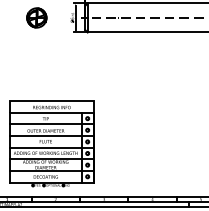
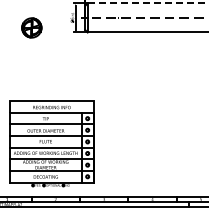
line at (148, 3): solid -> dashed
part at (36, 17) position: (36, 17) -> (31, 27)
